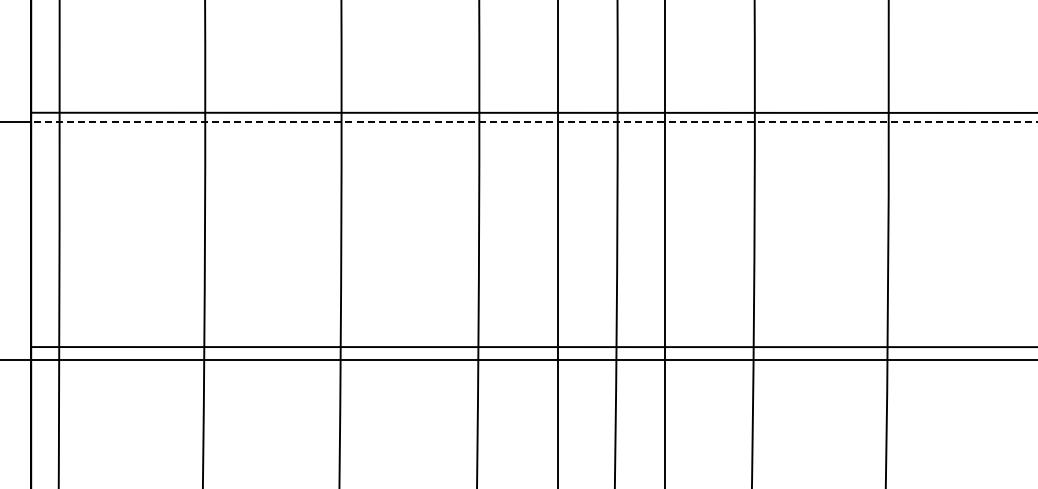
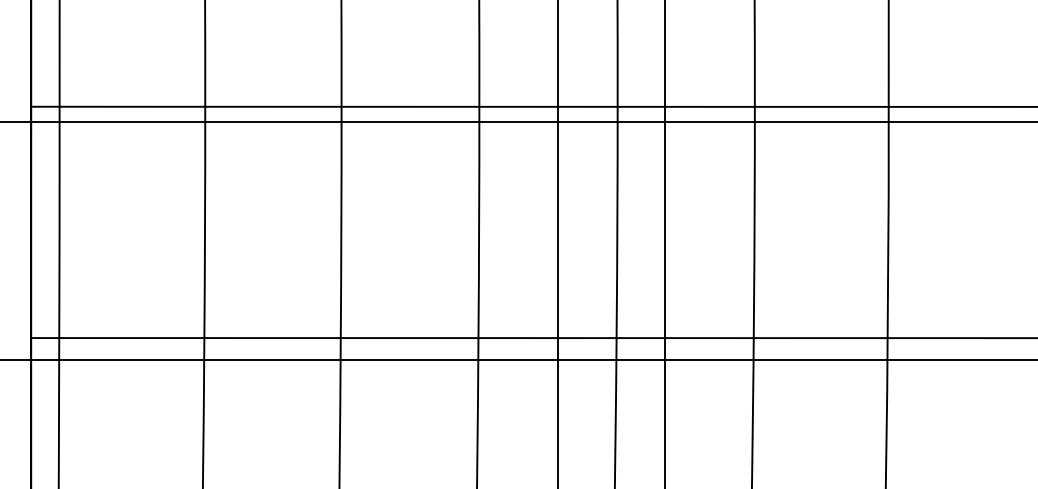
line at (532, 112) position: (532, 112) -> (532, 106)
line at (533, 121): dashed -> solid
line at (532, 347) position: (532, 347) -> (532, 338)
